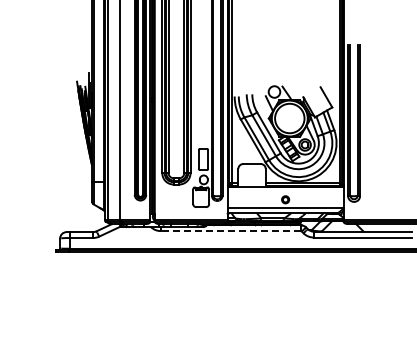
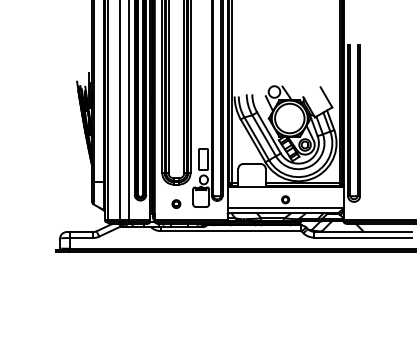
line at (128, 113): none -> present
part at (176, 203): none -> present
line at (230, 231): dashed -> solid
